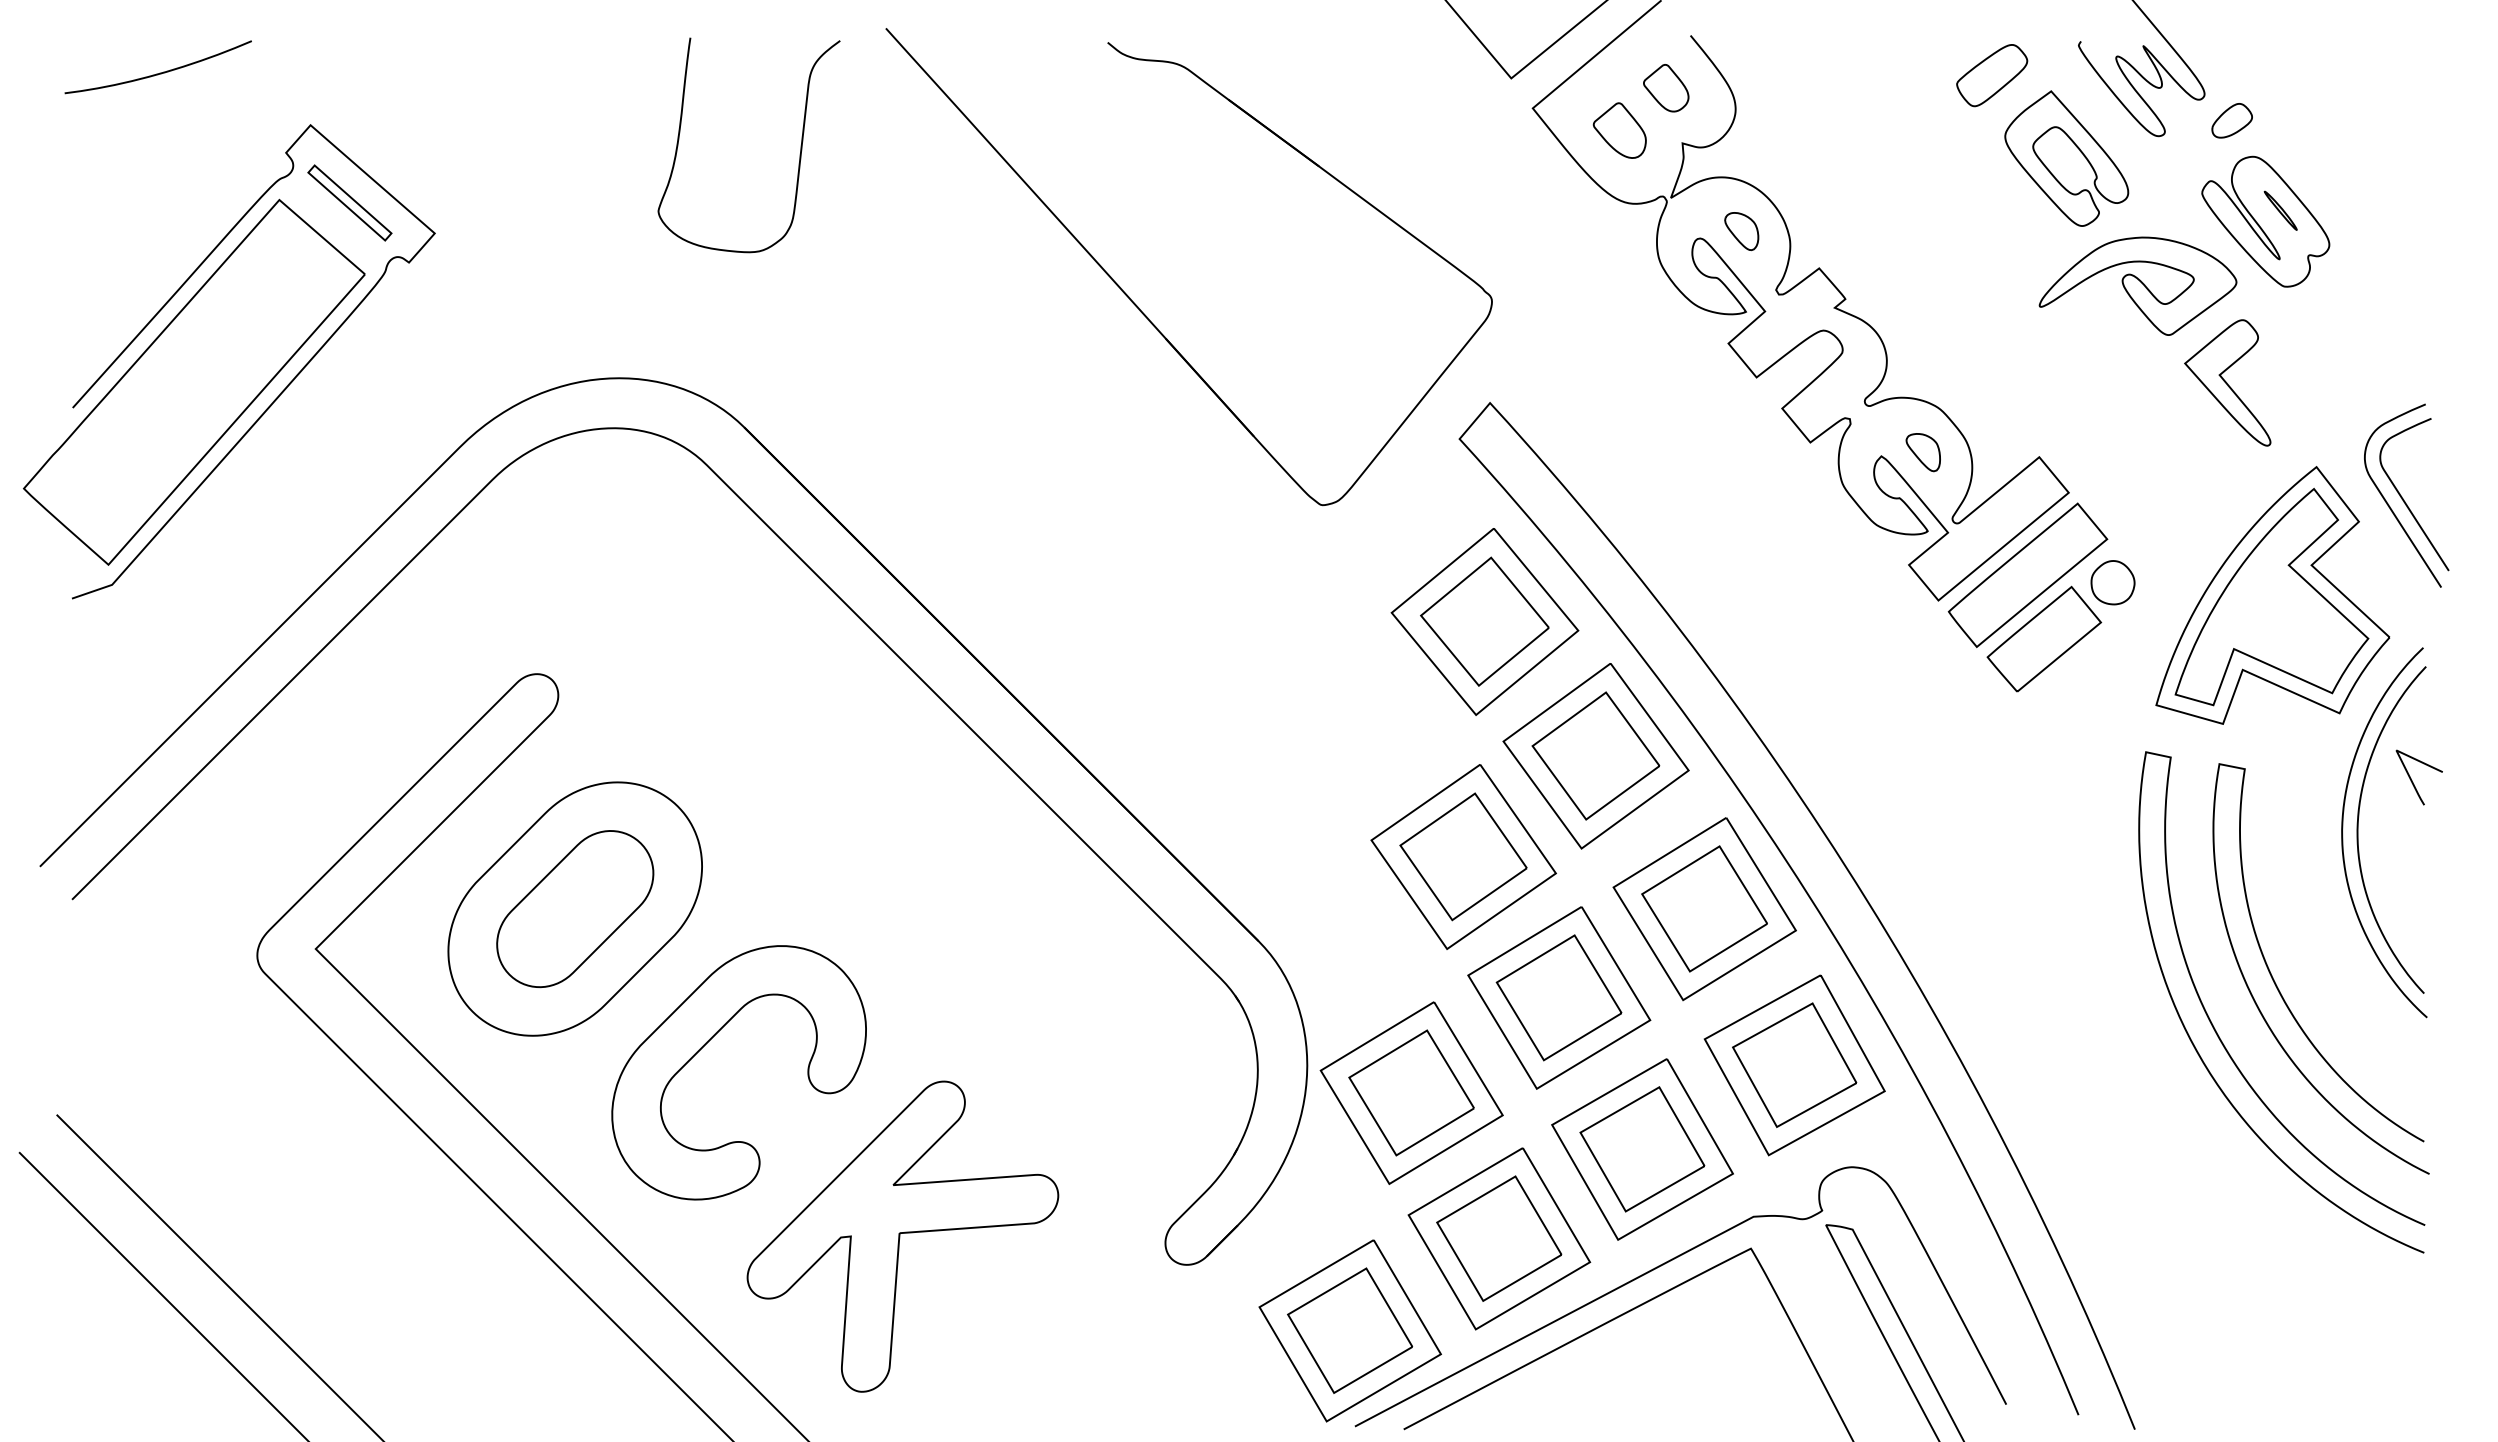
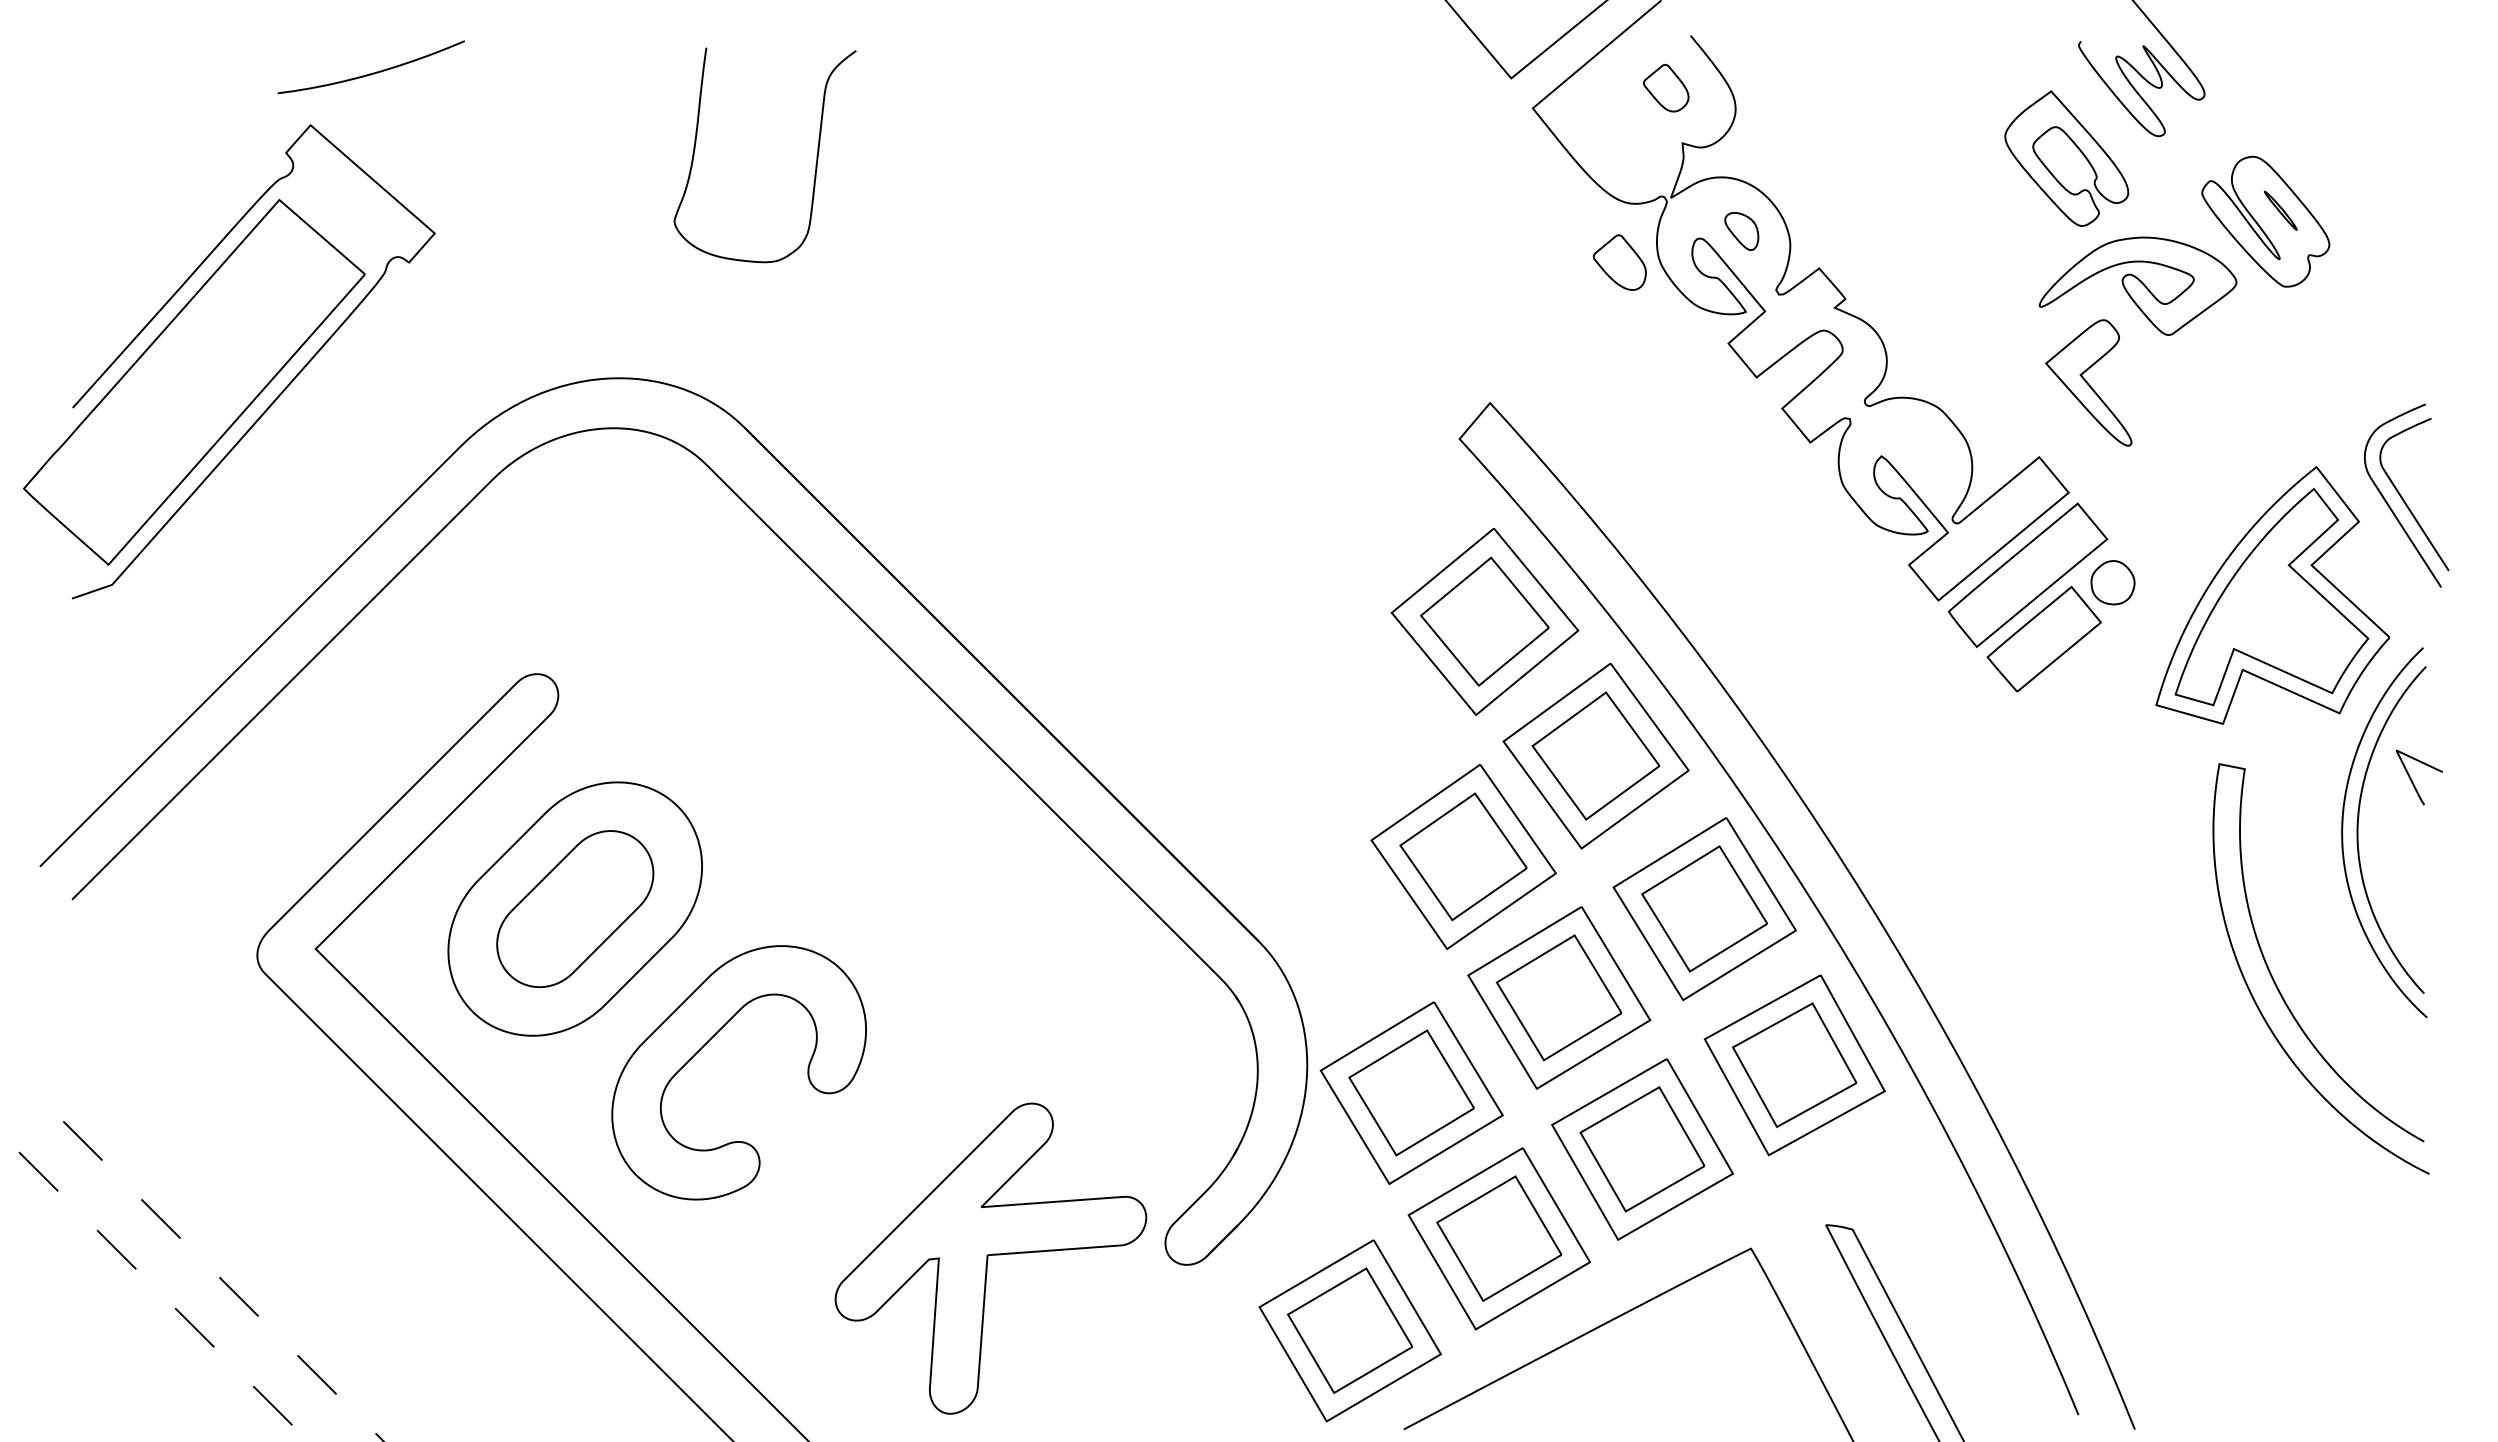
curve at (159, 72) position: (159, 72) -> (372, 72)
part at (1992, 75): present -> none
part at (2231, 120): present -> none
part at (1619, 130) position: (1619, 130) -> (1619, 262)
curve at (799, 154) position: (799, 154) -> (815, 164)
part at (349, 202): present -> none
part at (1138, 306): present -> none
part at (2227, 382) position: (2227, 382) -> (2088, 382)
part at (1922, 452): present -> none
curve at (2221, 1039): present -> none
part at (902, 1236) position: (902, 1236) -> (990, 1258)
curve at (1665, 1264): present -> none
line at (220, 1277): solid -> dashed
line at (164, 1297): solid -> dashed
